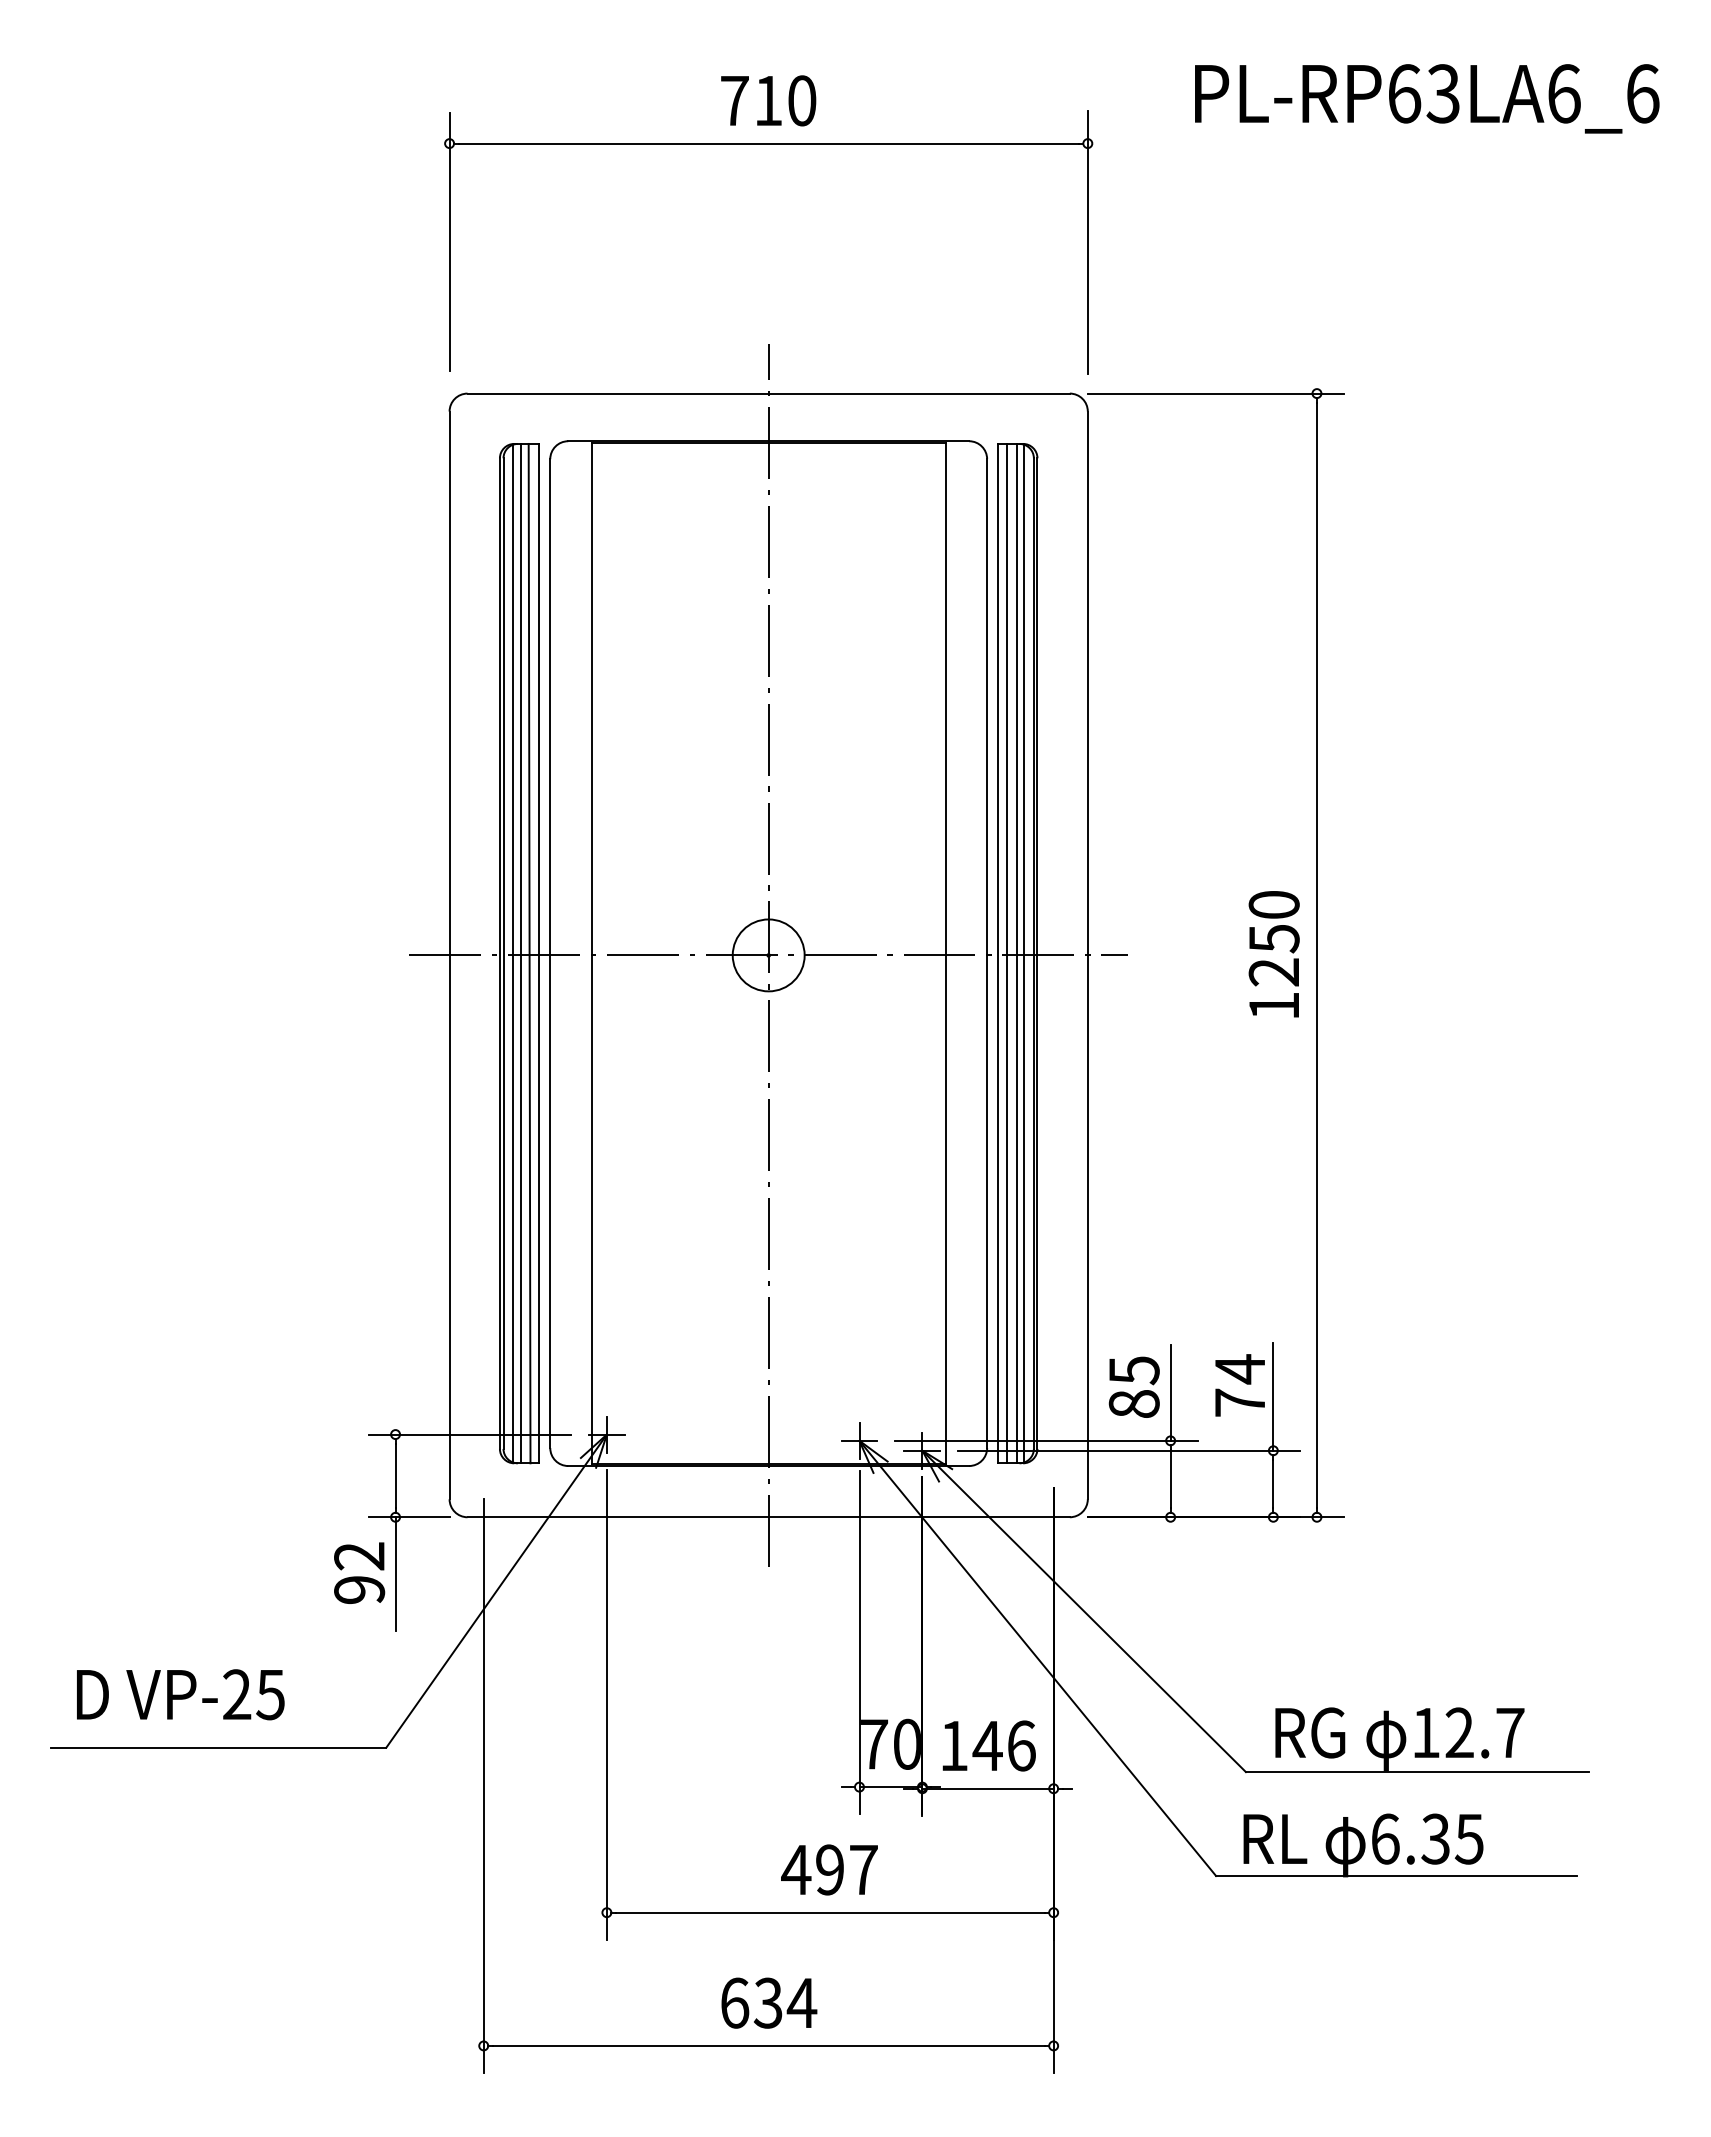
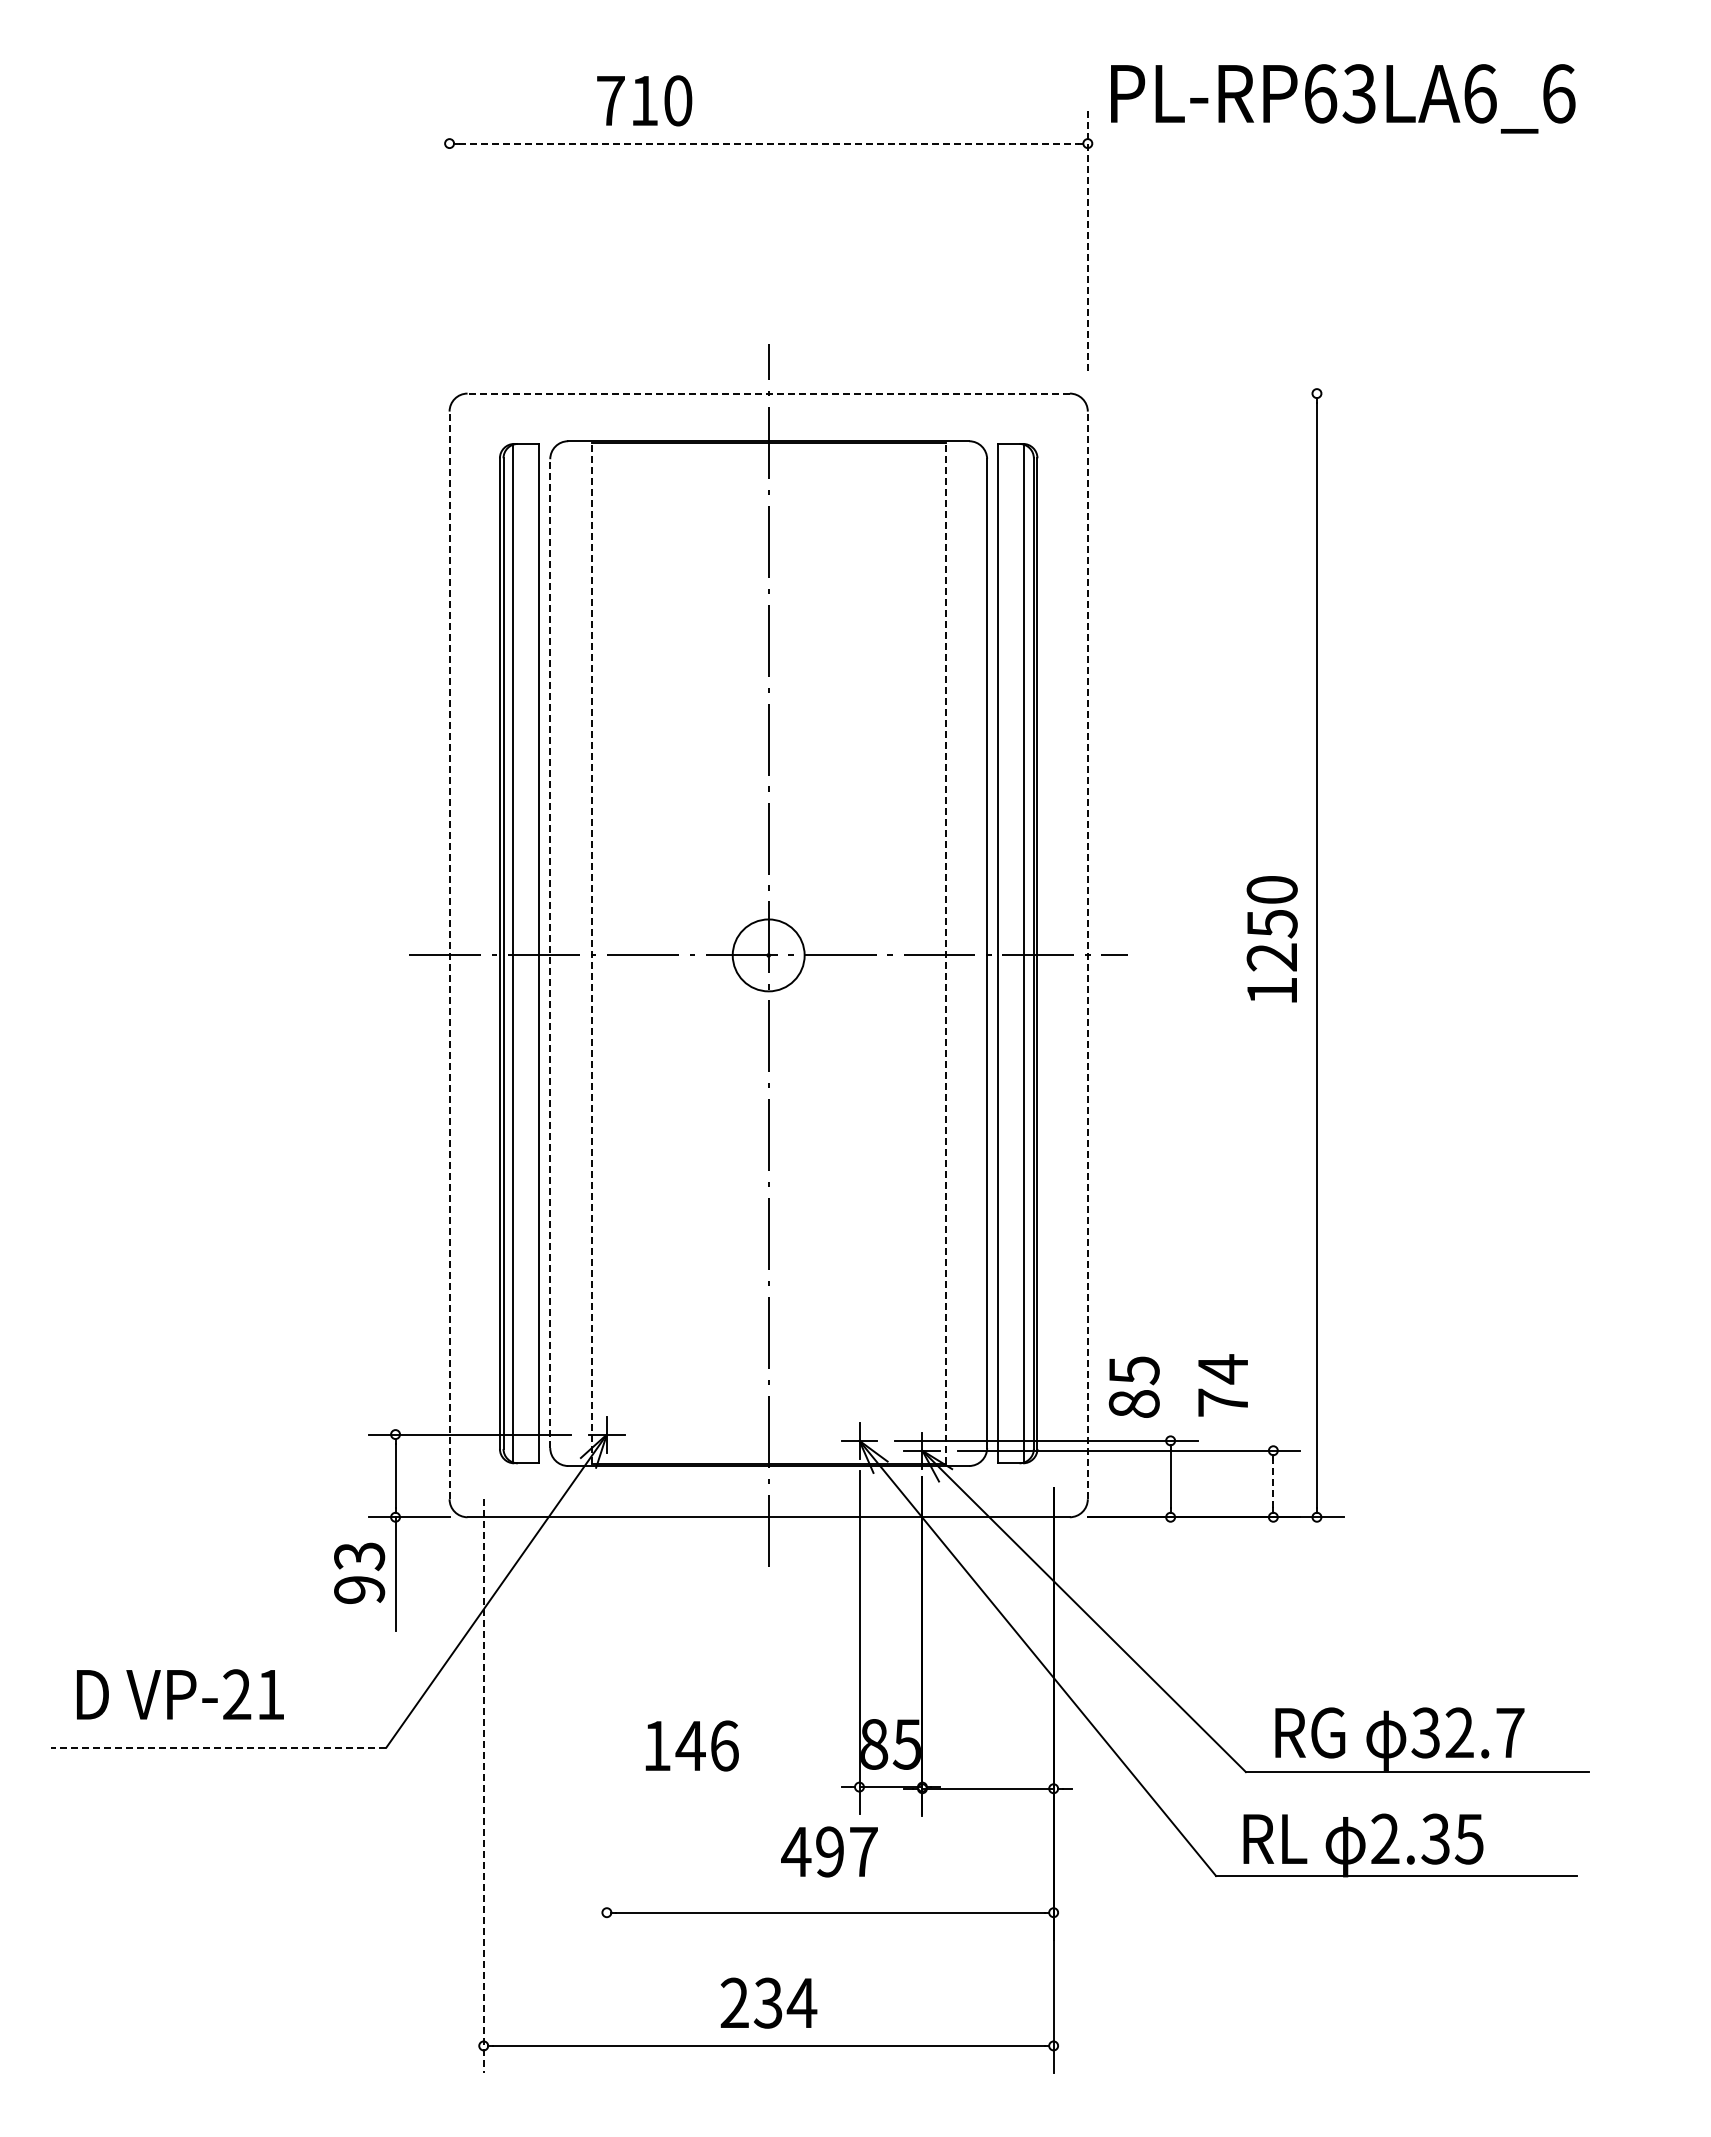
text at (1427, 98) position: (1427, 98) -> (1343, 98)
text at (768, 100) position: (768, 100) -> (644, 100)
line at (769, 143): solid -> dashed
line at (449, 242): present -> none
line at (1087, 242): solid -> dashed
line at (768, 393): solid -> dashed
line at (1215, 393): present -> none
line at (520, 953): present -> none
line at (529, 953): present -> none
line at (550, 953): solid -> dashed
line at (591, 953): solid -> dashed
line at (945, 953): solid -> dashed
line at (1006, 953): present -> none
line at (1016, 953): present -> none
text at (1273, 954) position: (1273, 954) -> (1271, 939)
line at (449, 955): solid -> dashed
line at (1087, 955): solid -> dashed
text at (1239, 1385) position: (1239, 1385) -> (1222, 1385)
line at (1170, 1392): present -> none
line at (1273, 1396): present -> none
line at (1273, 1483): solid -> dashed
text at (359, 1556): 92 -> 93
text at (270, 1695): VP-25 -> VP-21
line at (606, 1704): present -> none
text at (1425, 1732): 12.7 -> 32.7
text at (890, 1743): 70 -> 85
text at (988, 1745) position: (988, 1745) -> (691, 1745)
line at (218, 1747): solid -> dashed
line at (483, 1786): solid -> dashed
text at (1385, 1838): 6.35 -> 2.35
text at (829, 1869) position: (829, 1869) -> (829, 1851)
text at (734, 2002): 634 -> 234
